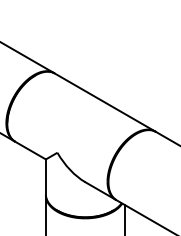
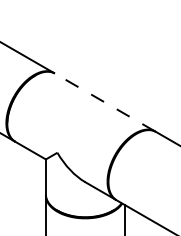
line at (105, 102): solid -> dashed
